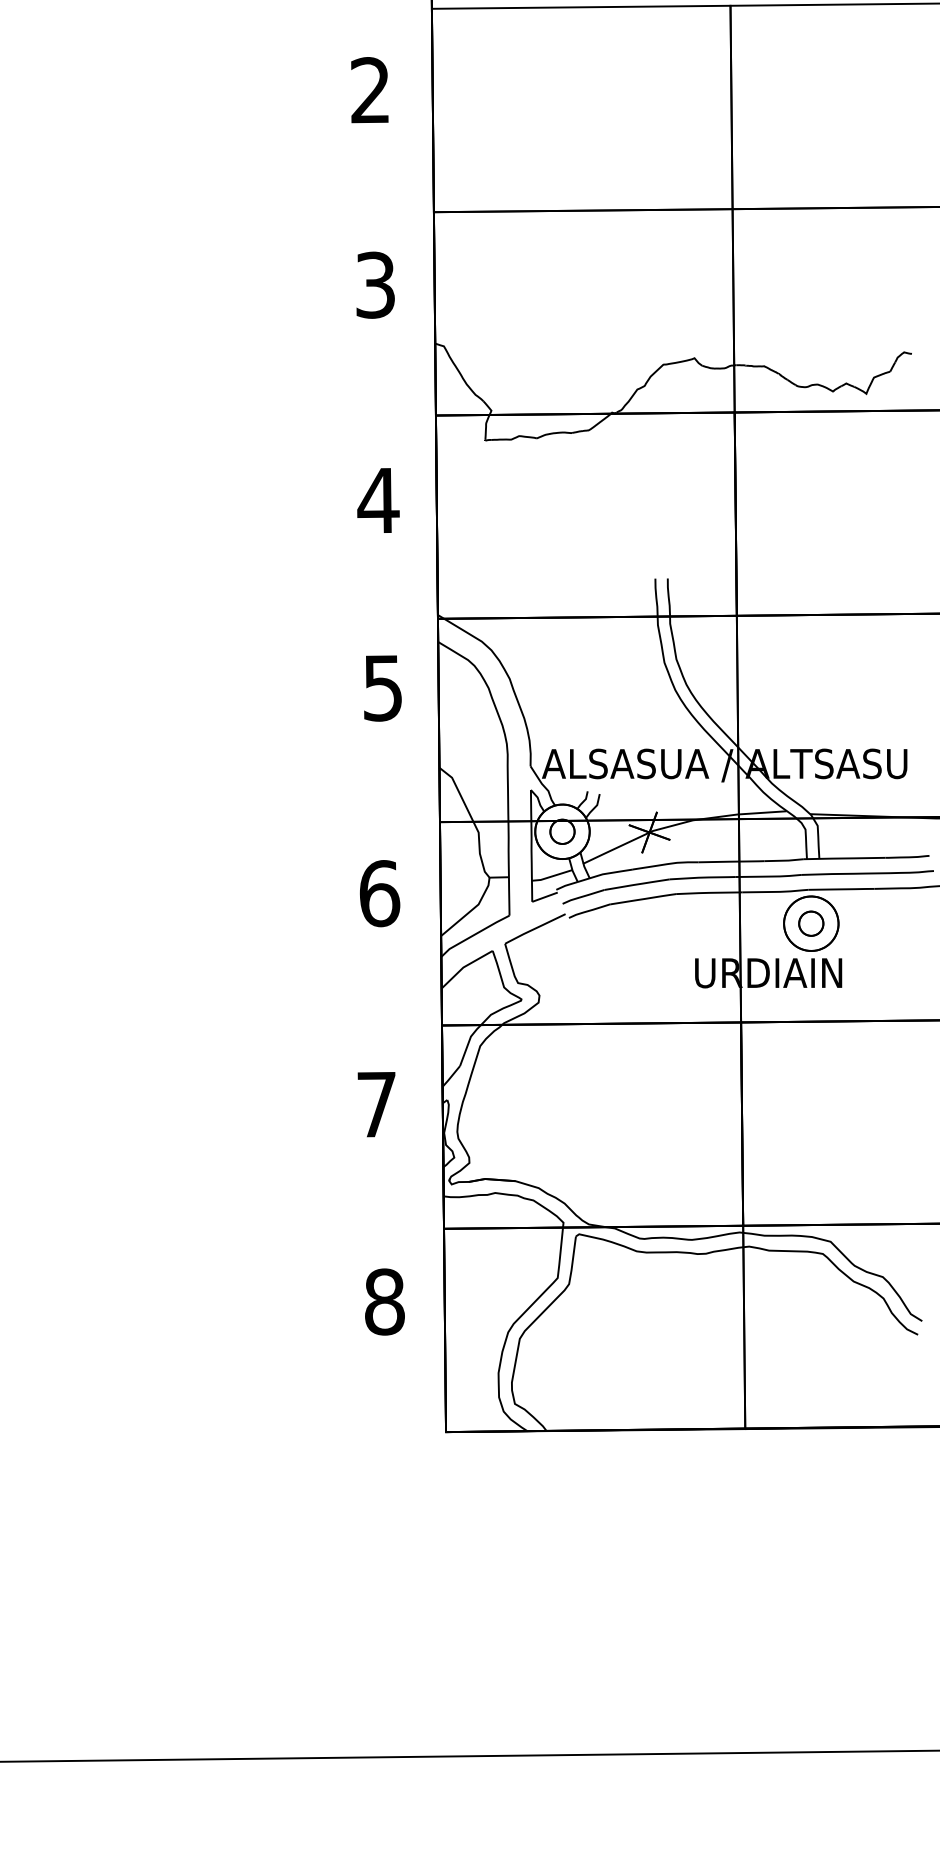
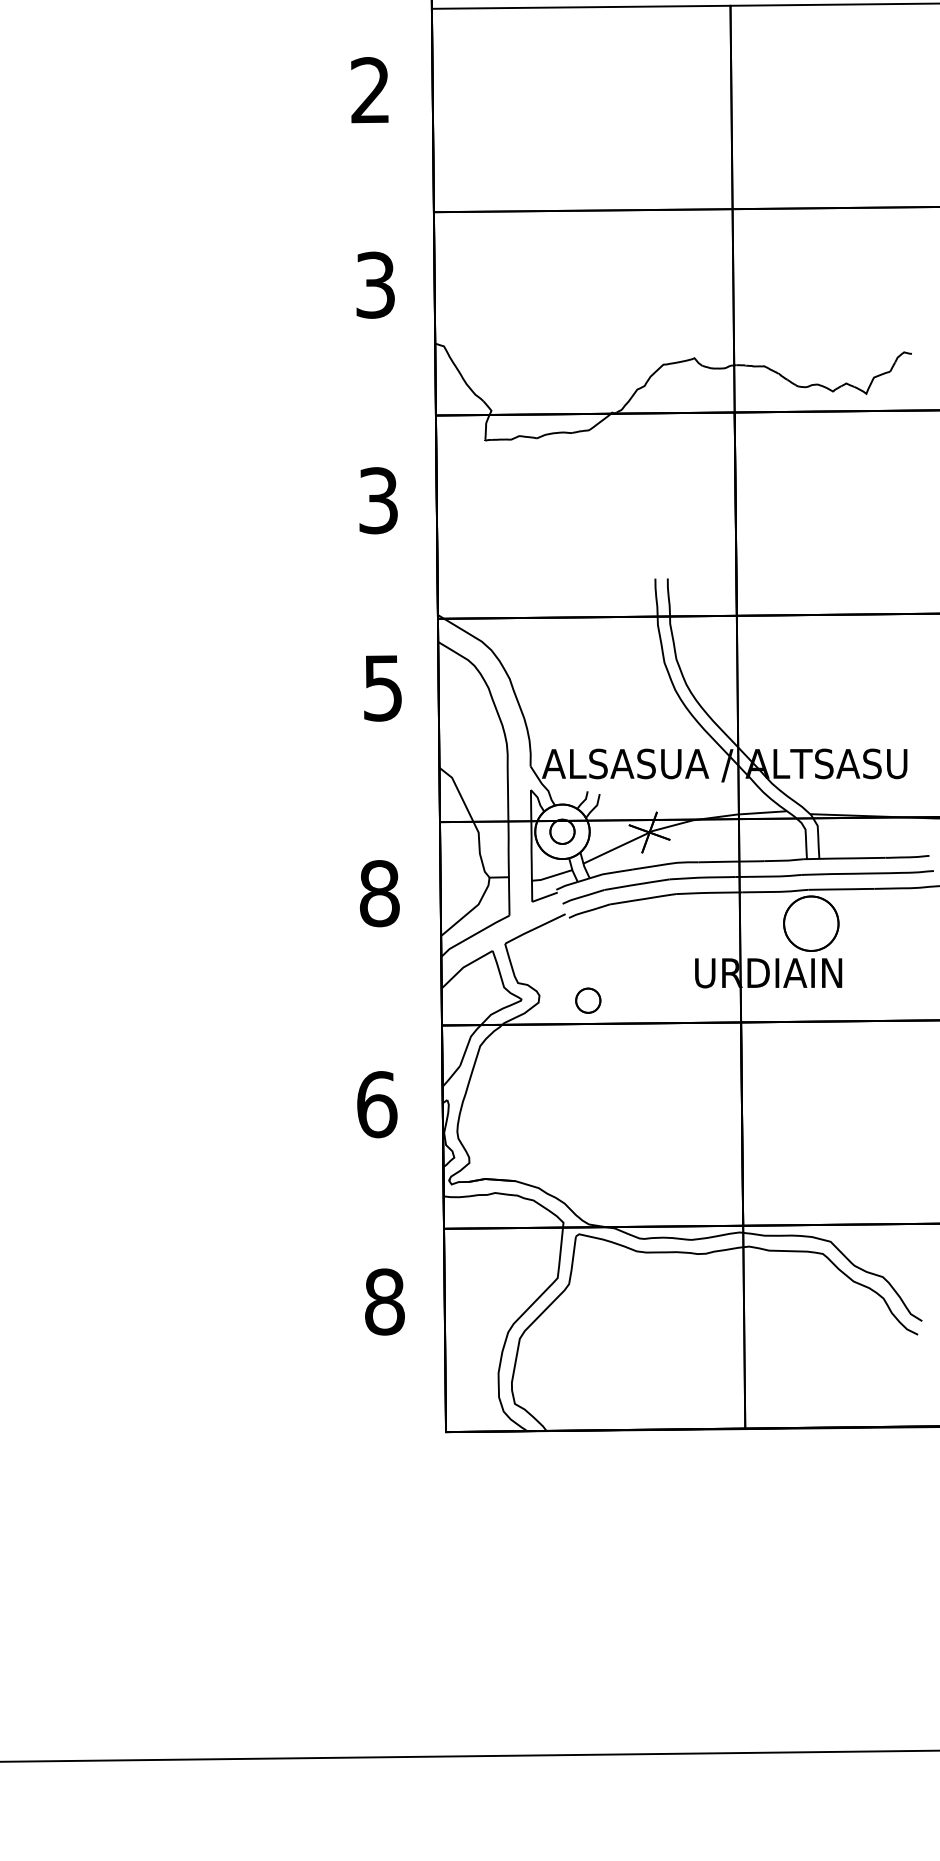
text at (378, 500): 4 -> 3
text at (379, 893): 6 -> 8
part at (811, 923) position: (811, 923) -> (588, 1000)
text at (377, 1104): 7 -> 6
